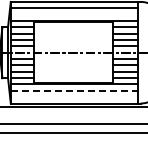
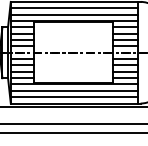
line at (73, 14): none -> present
line at (74, 90): dashed -> solid
line at (73, 97): none -> present
